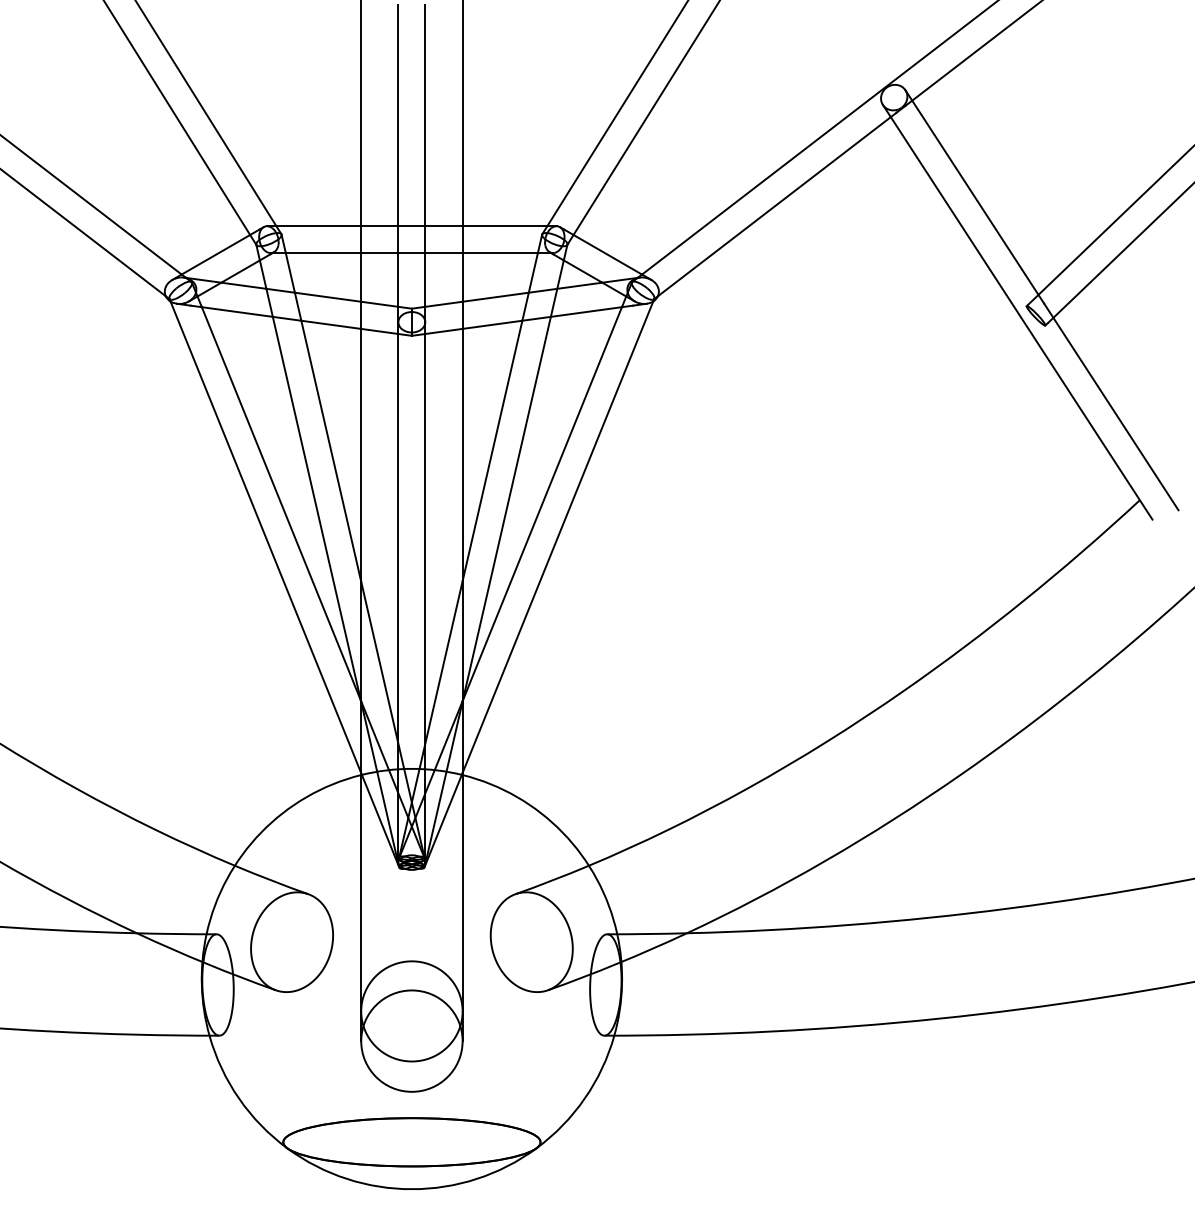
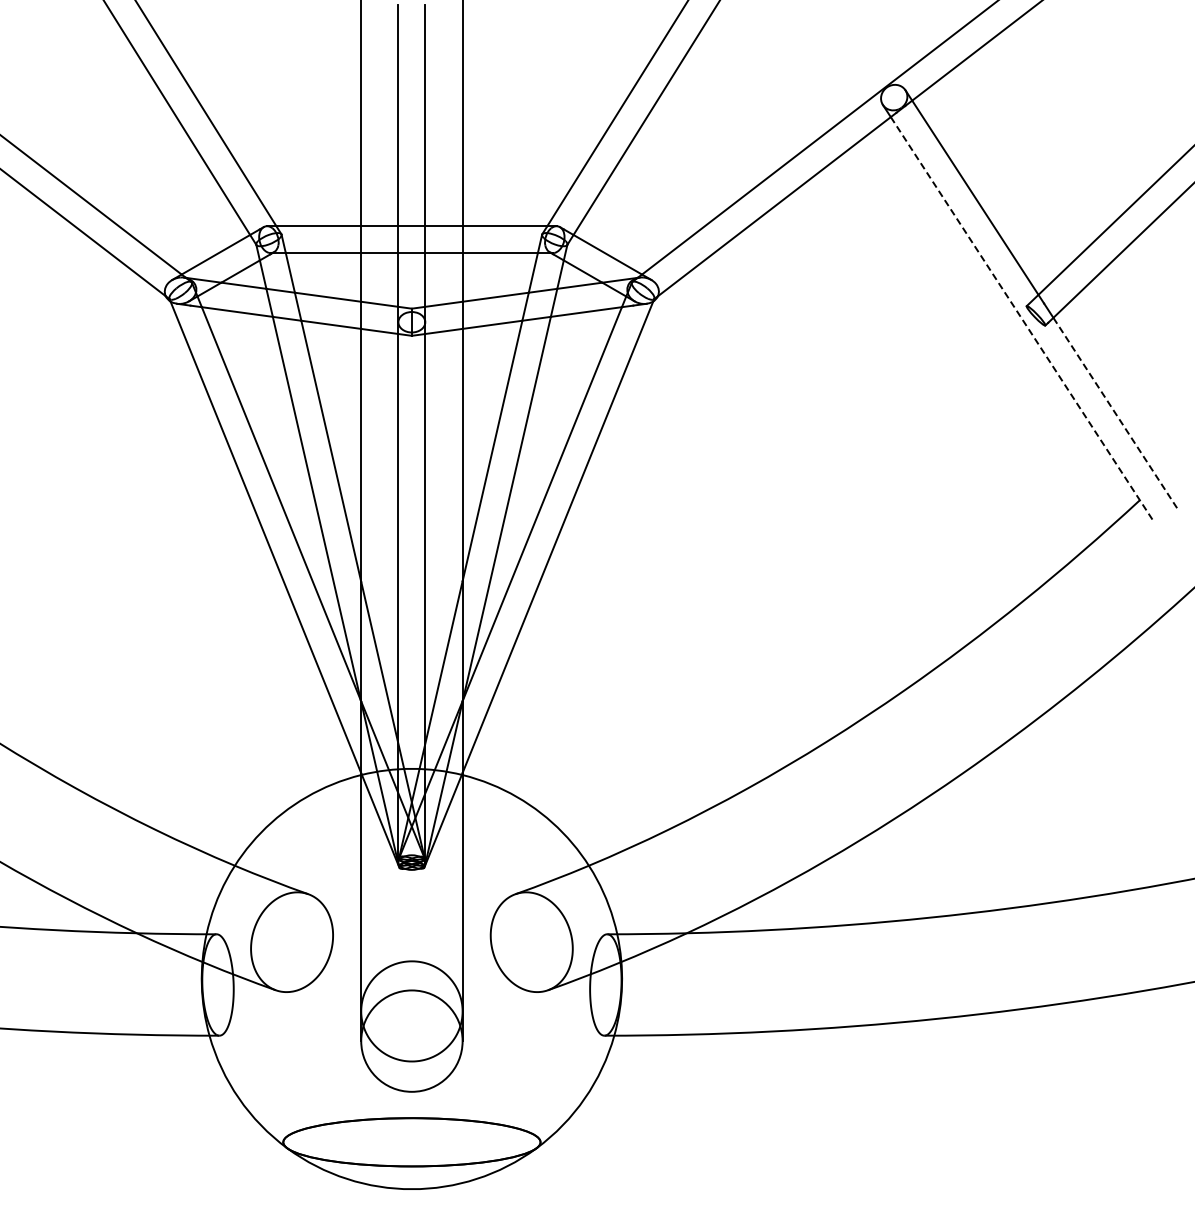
line at (1021, 318): solid -> dashed
line at (1115, 414): solid -> dashed
